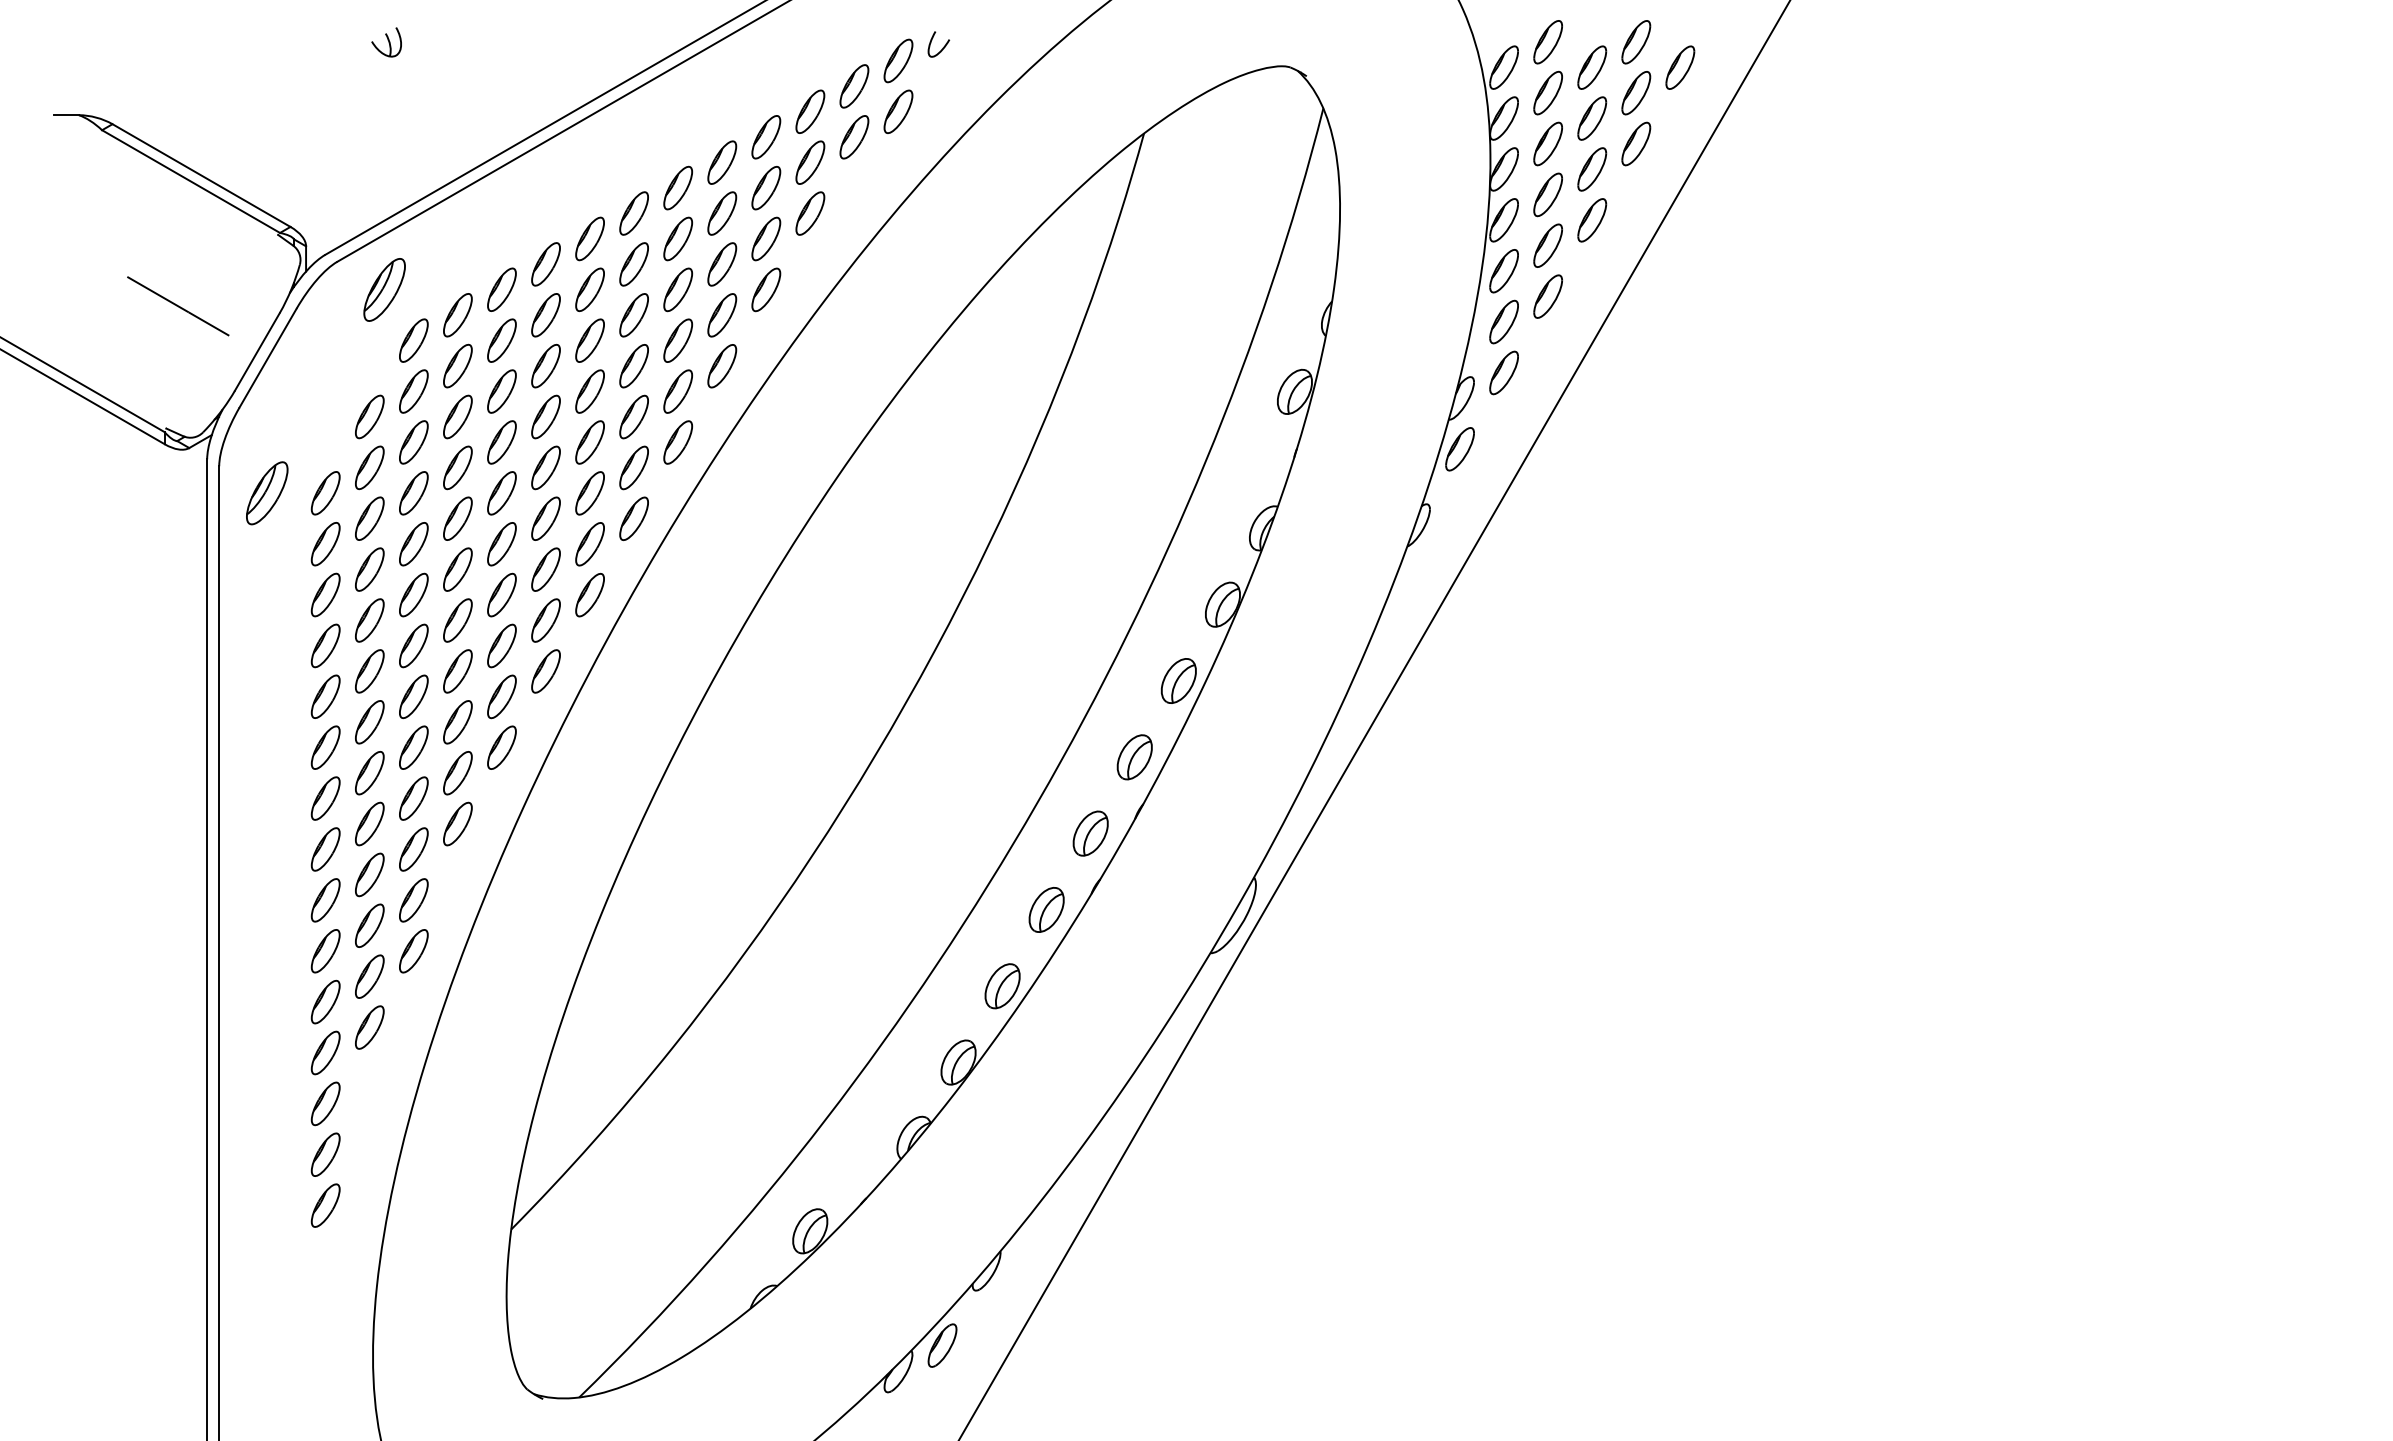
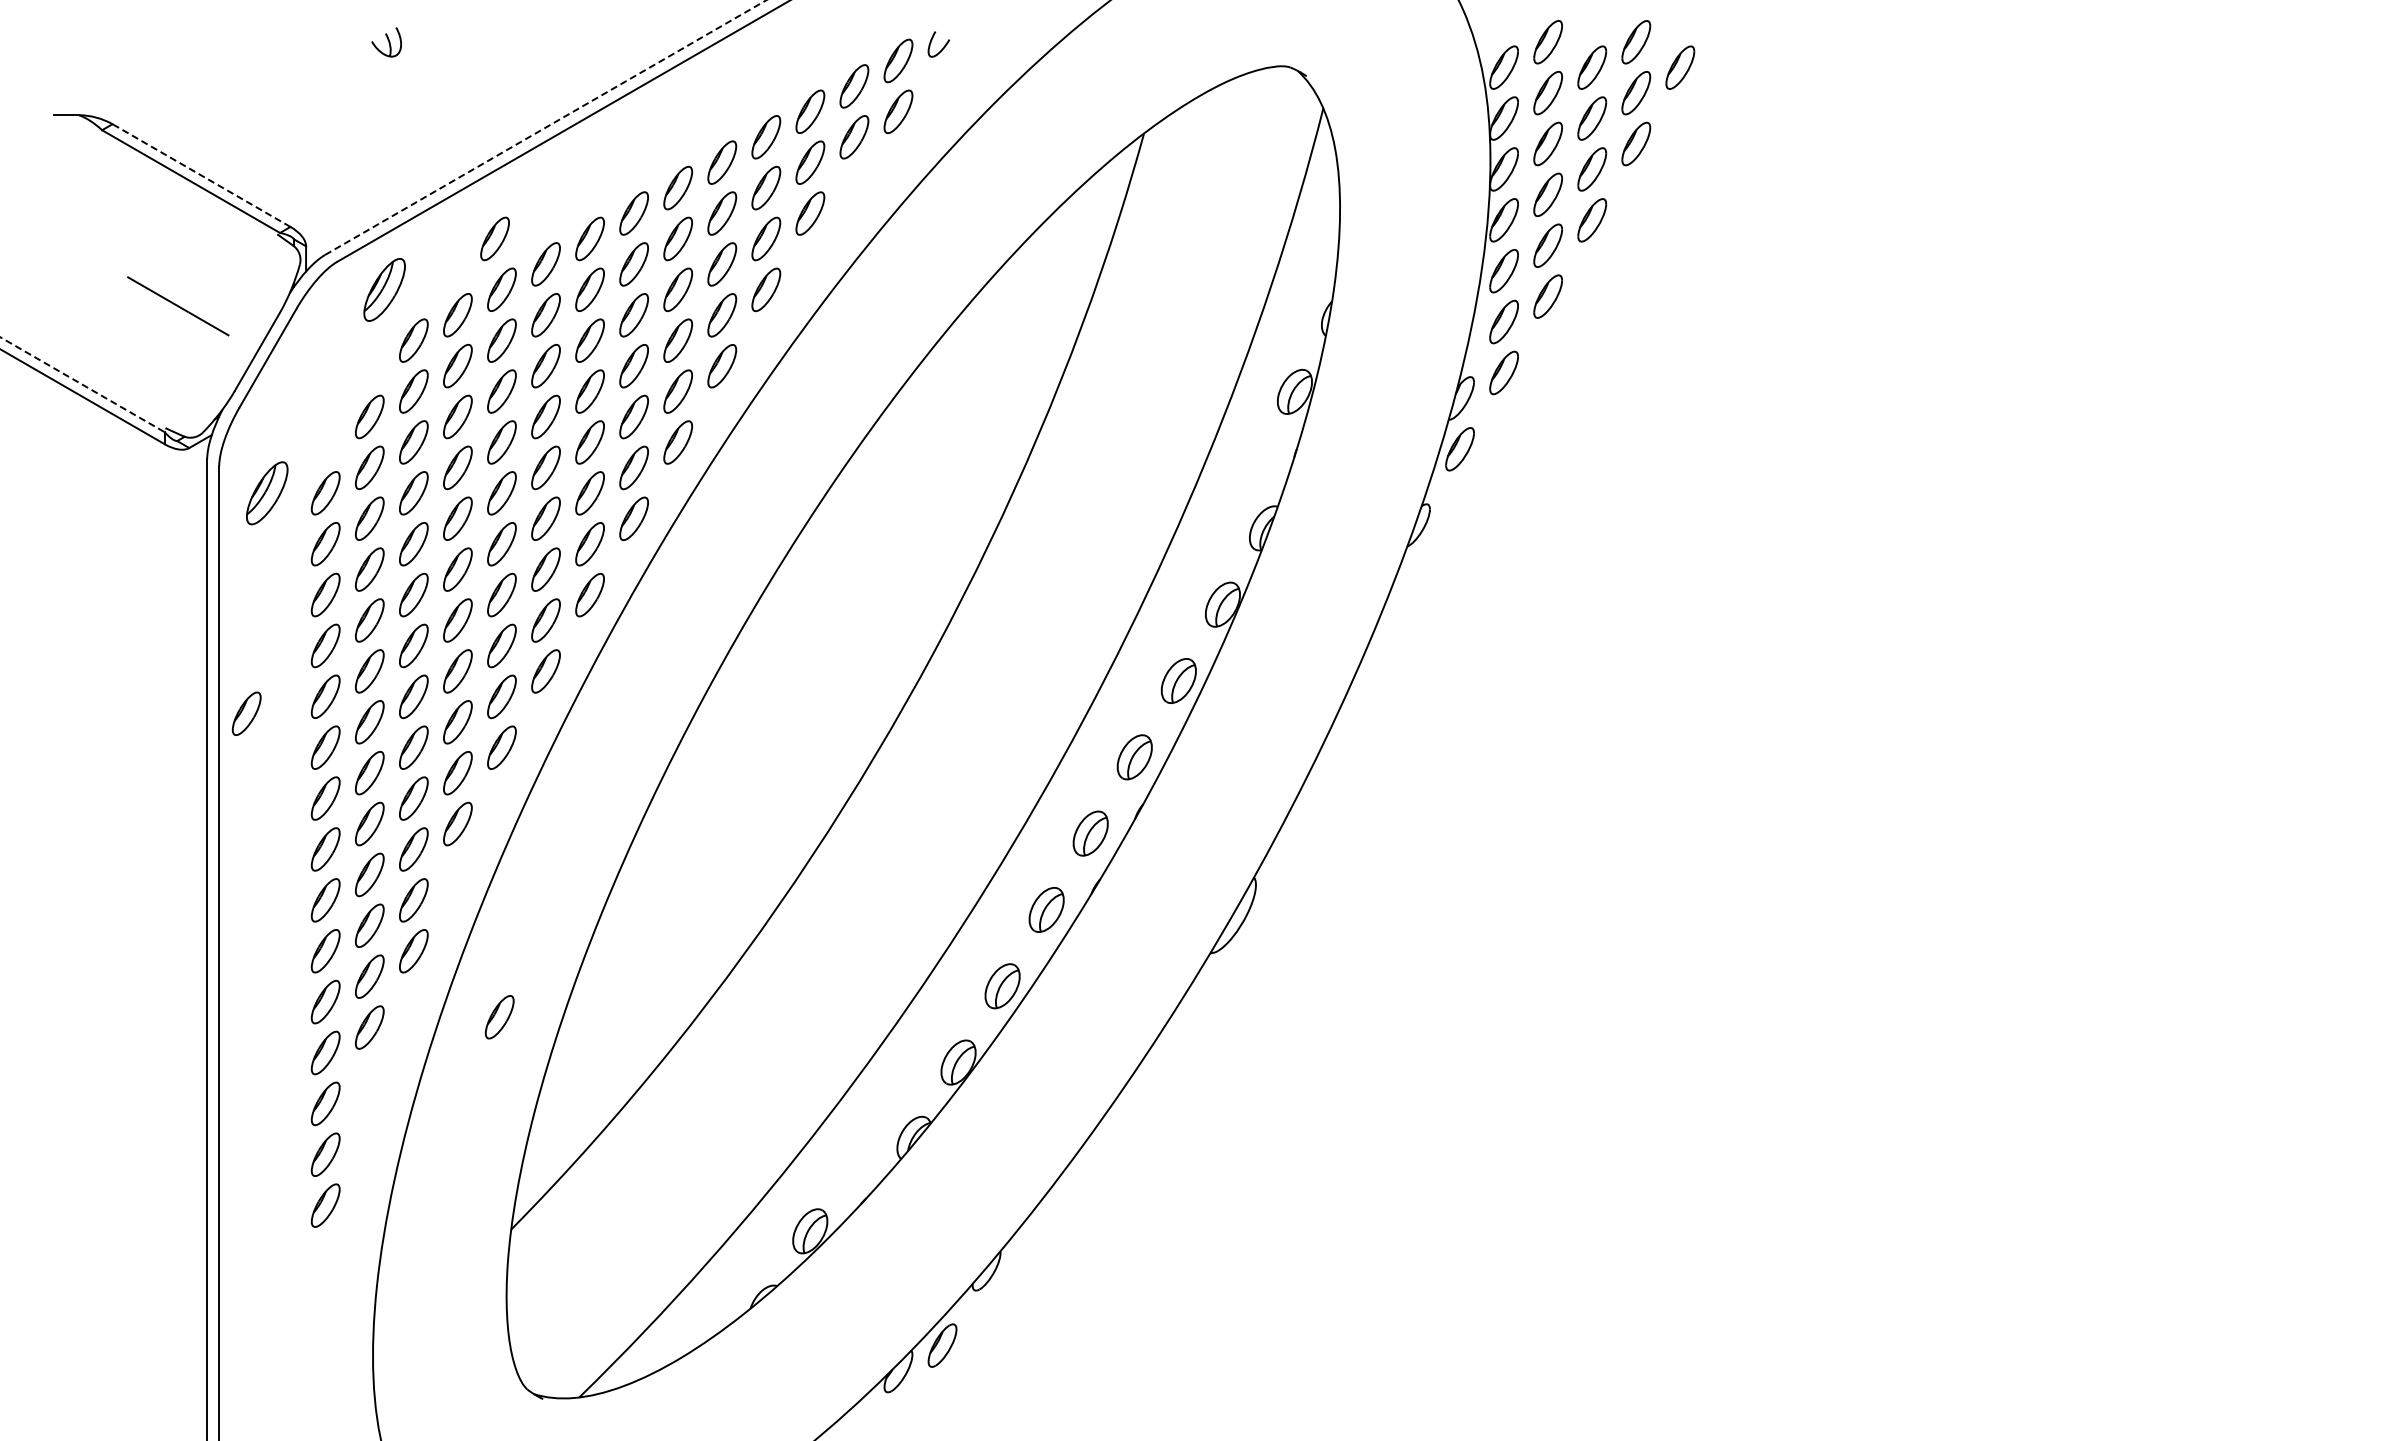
line at (545, 127): solid -> dashed
line at (201, 175): solid -> dashed
part at (494, 238): none -> present
line at (82, 384): solid -> dashed
part at (246, 713): none -> present
line at (1374, 719): present -> none
part at (499, 1017): none -> present
